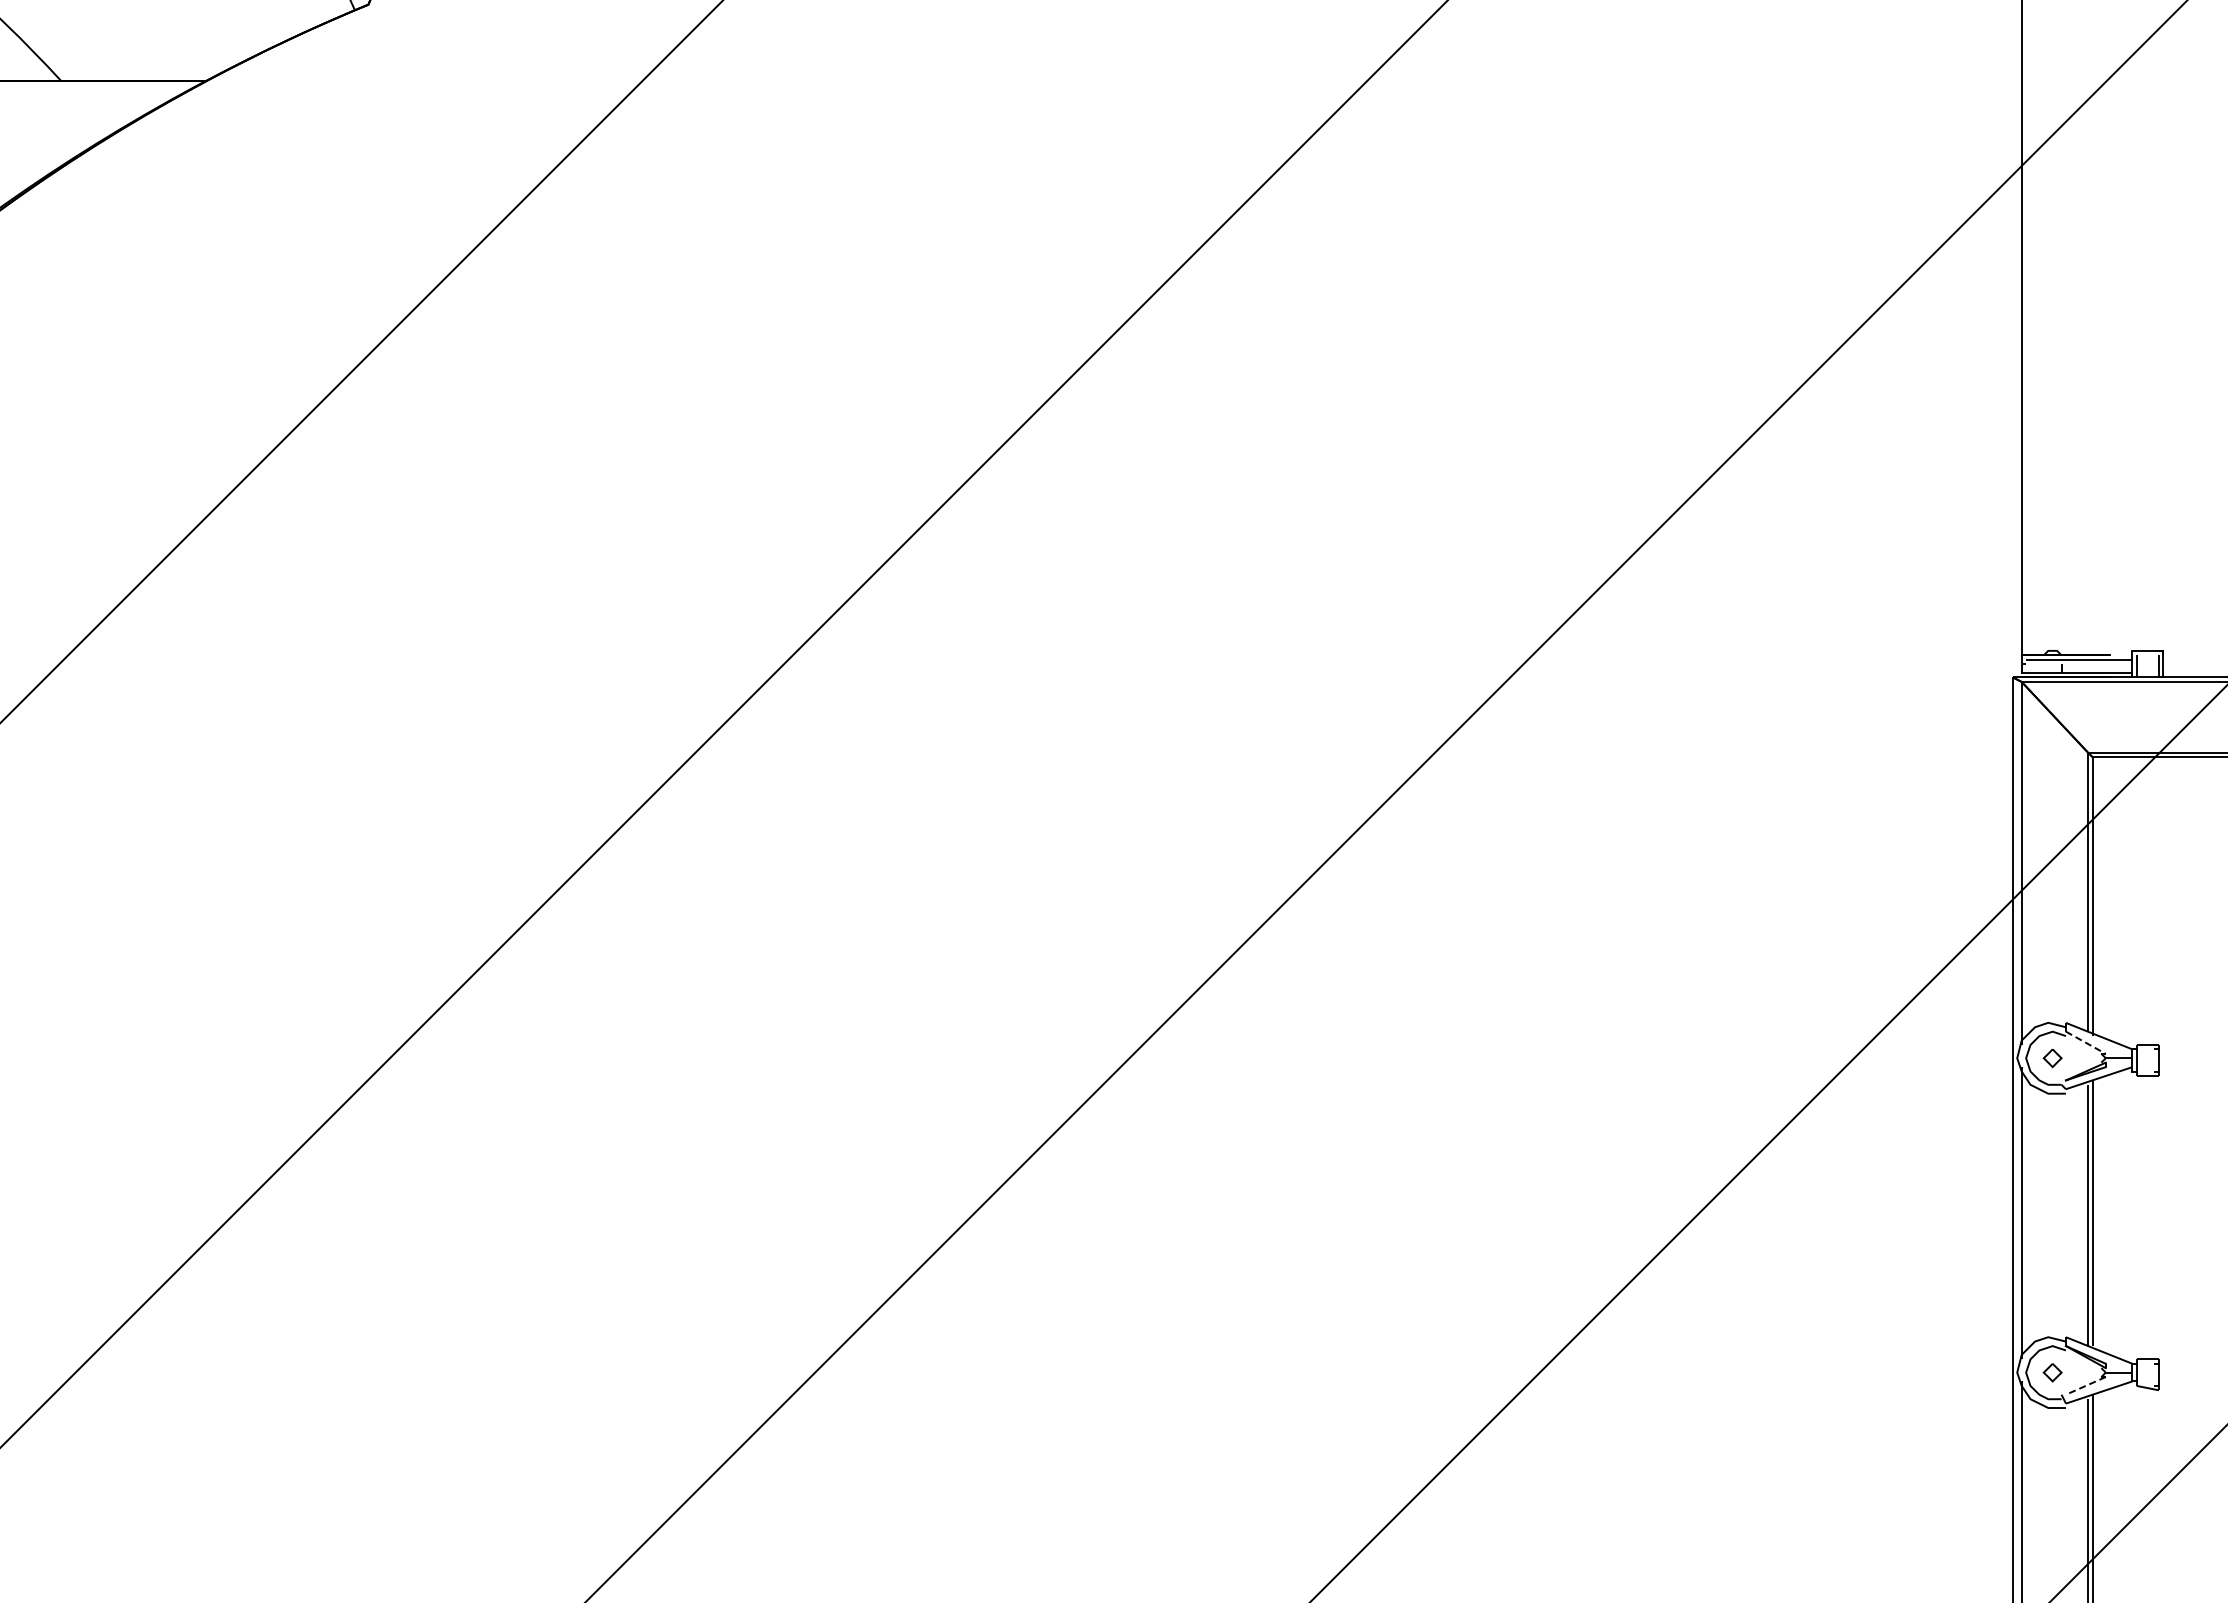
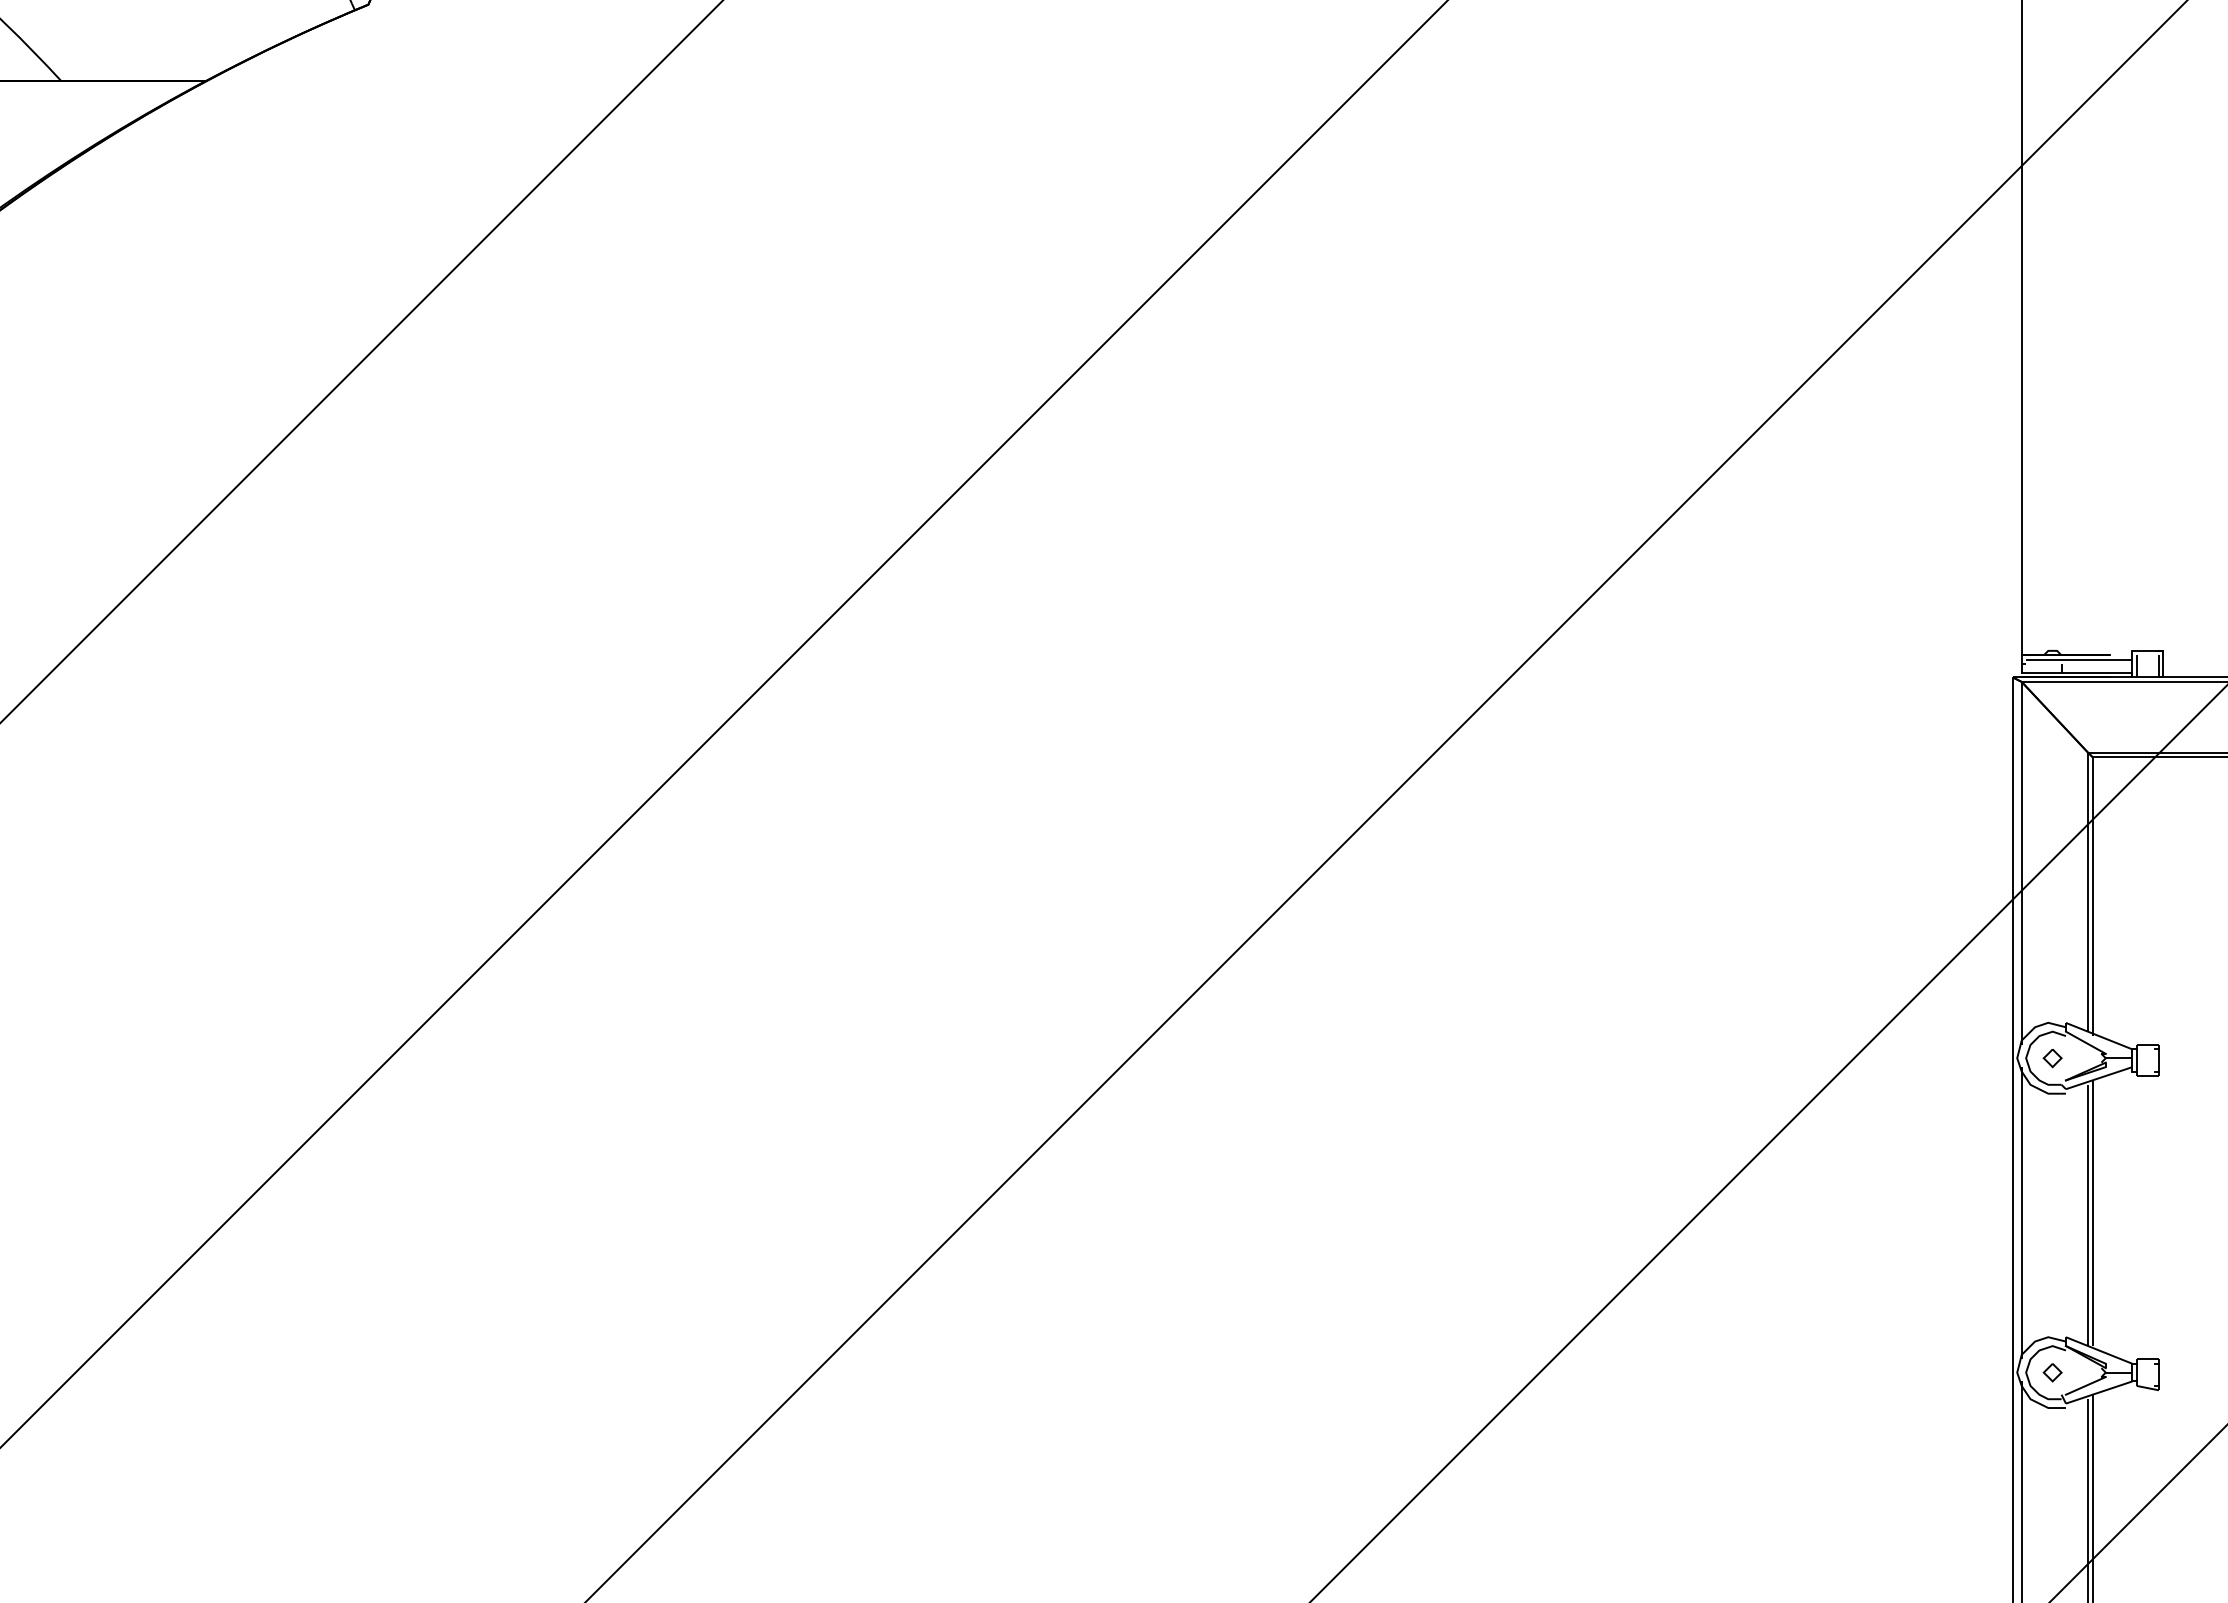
line at (2085, 1042): dashed -> solid
line at (2085, 1385): dashed -> solid
